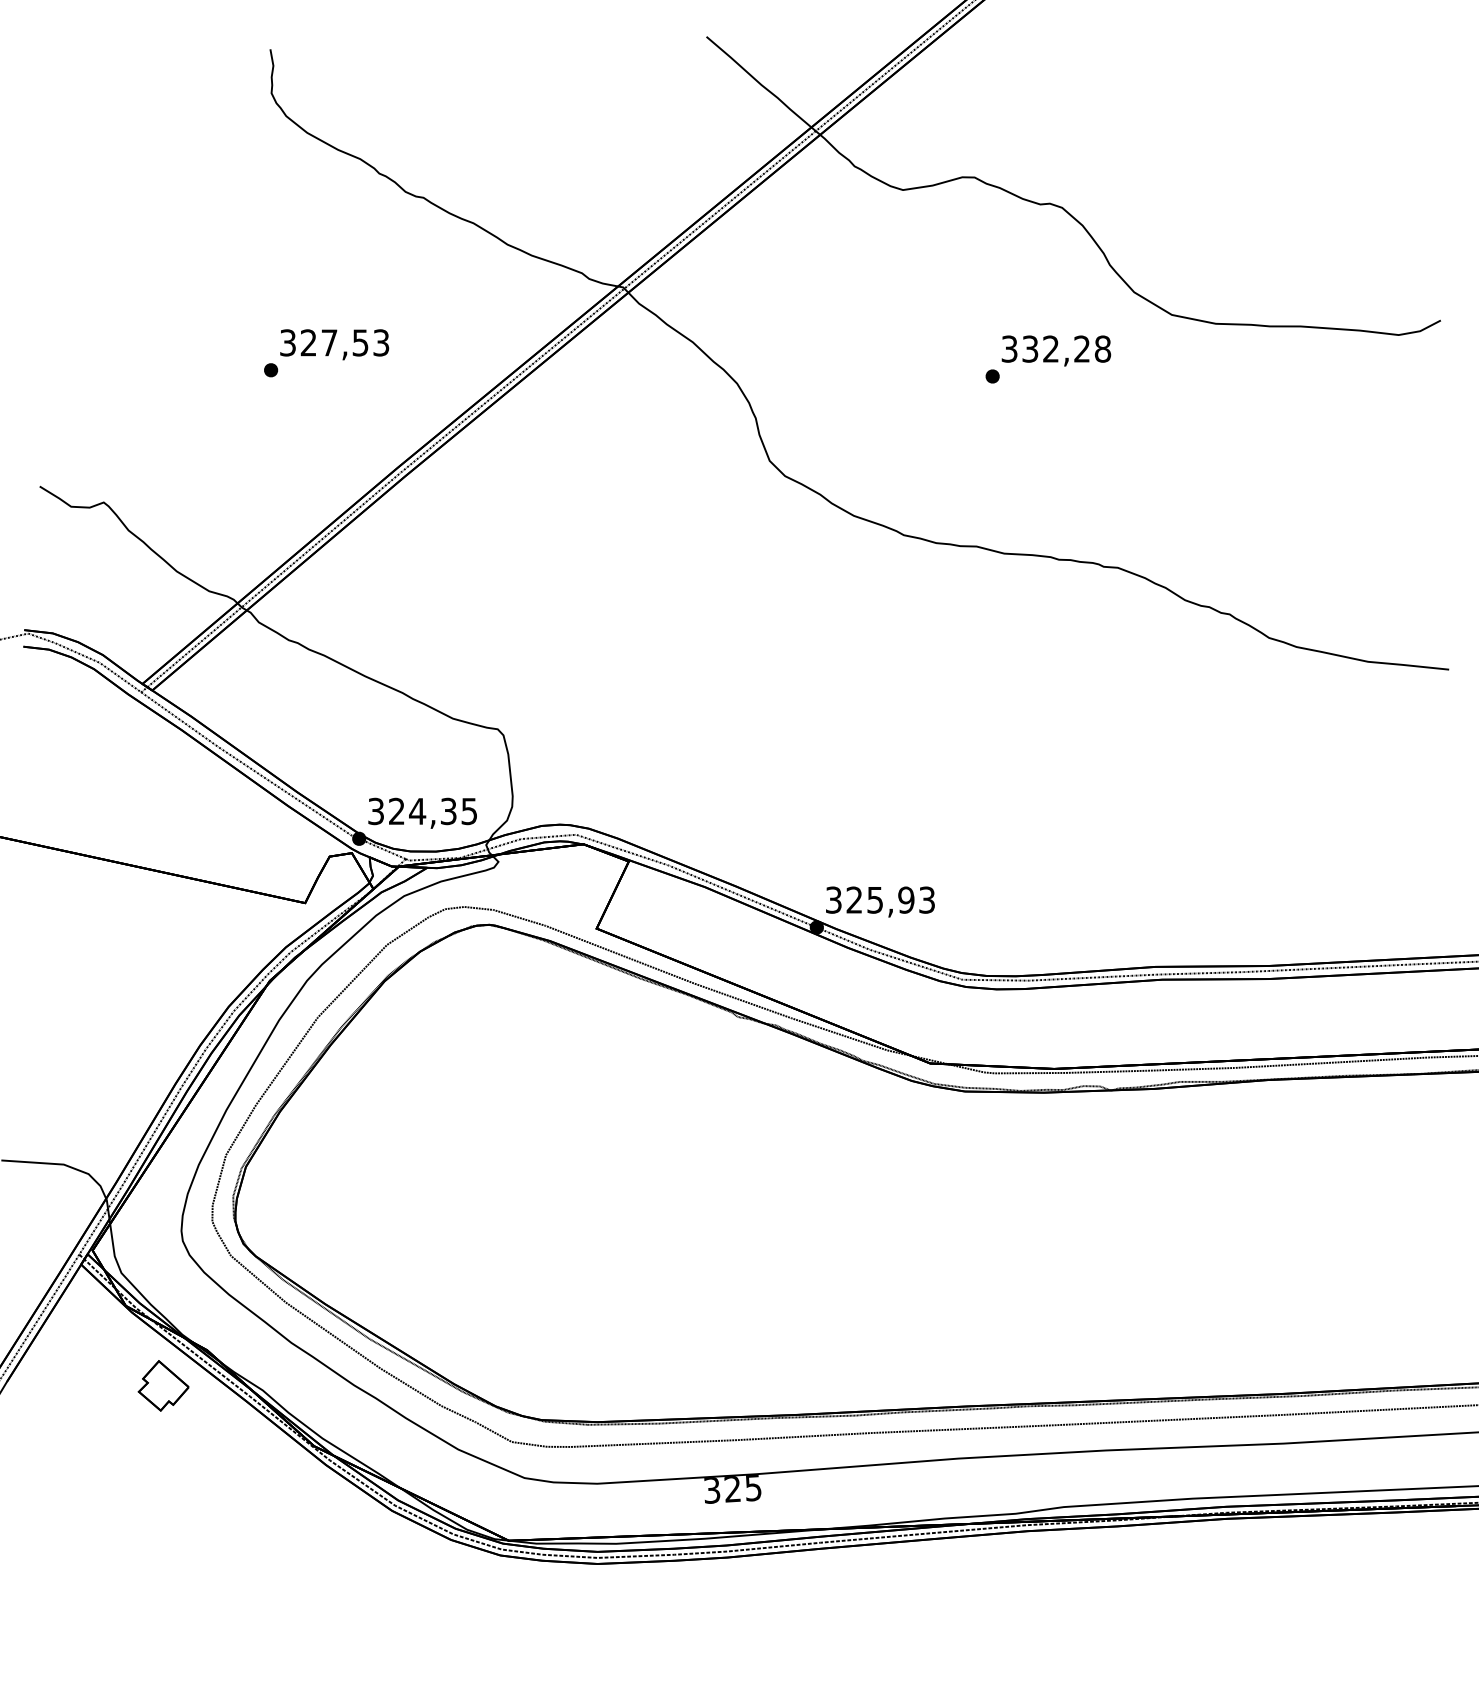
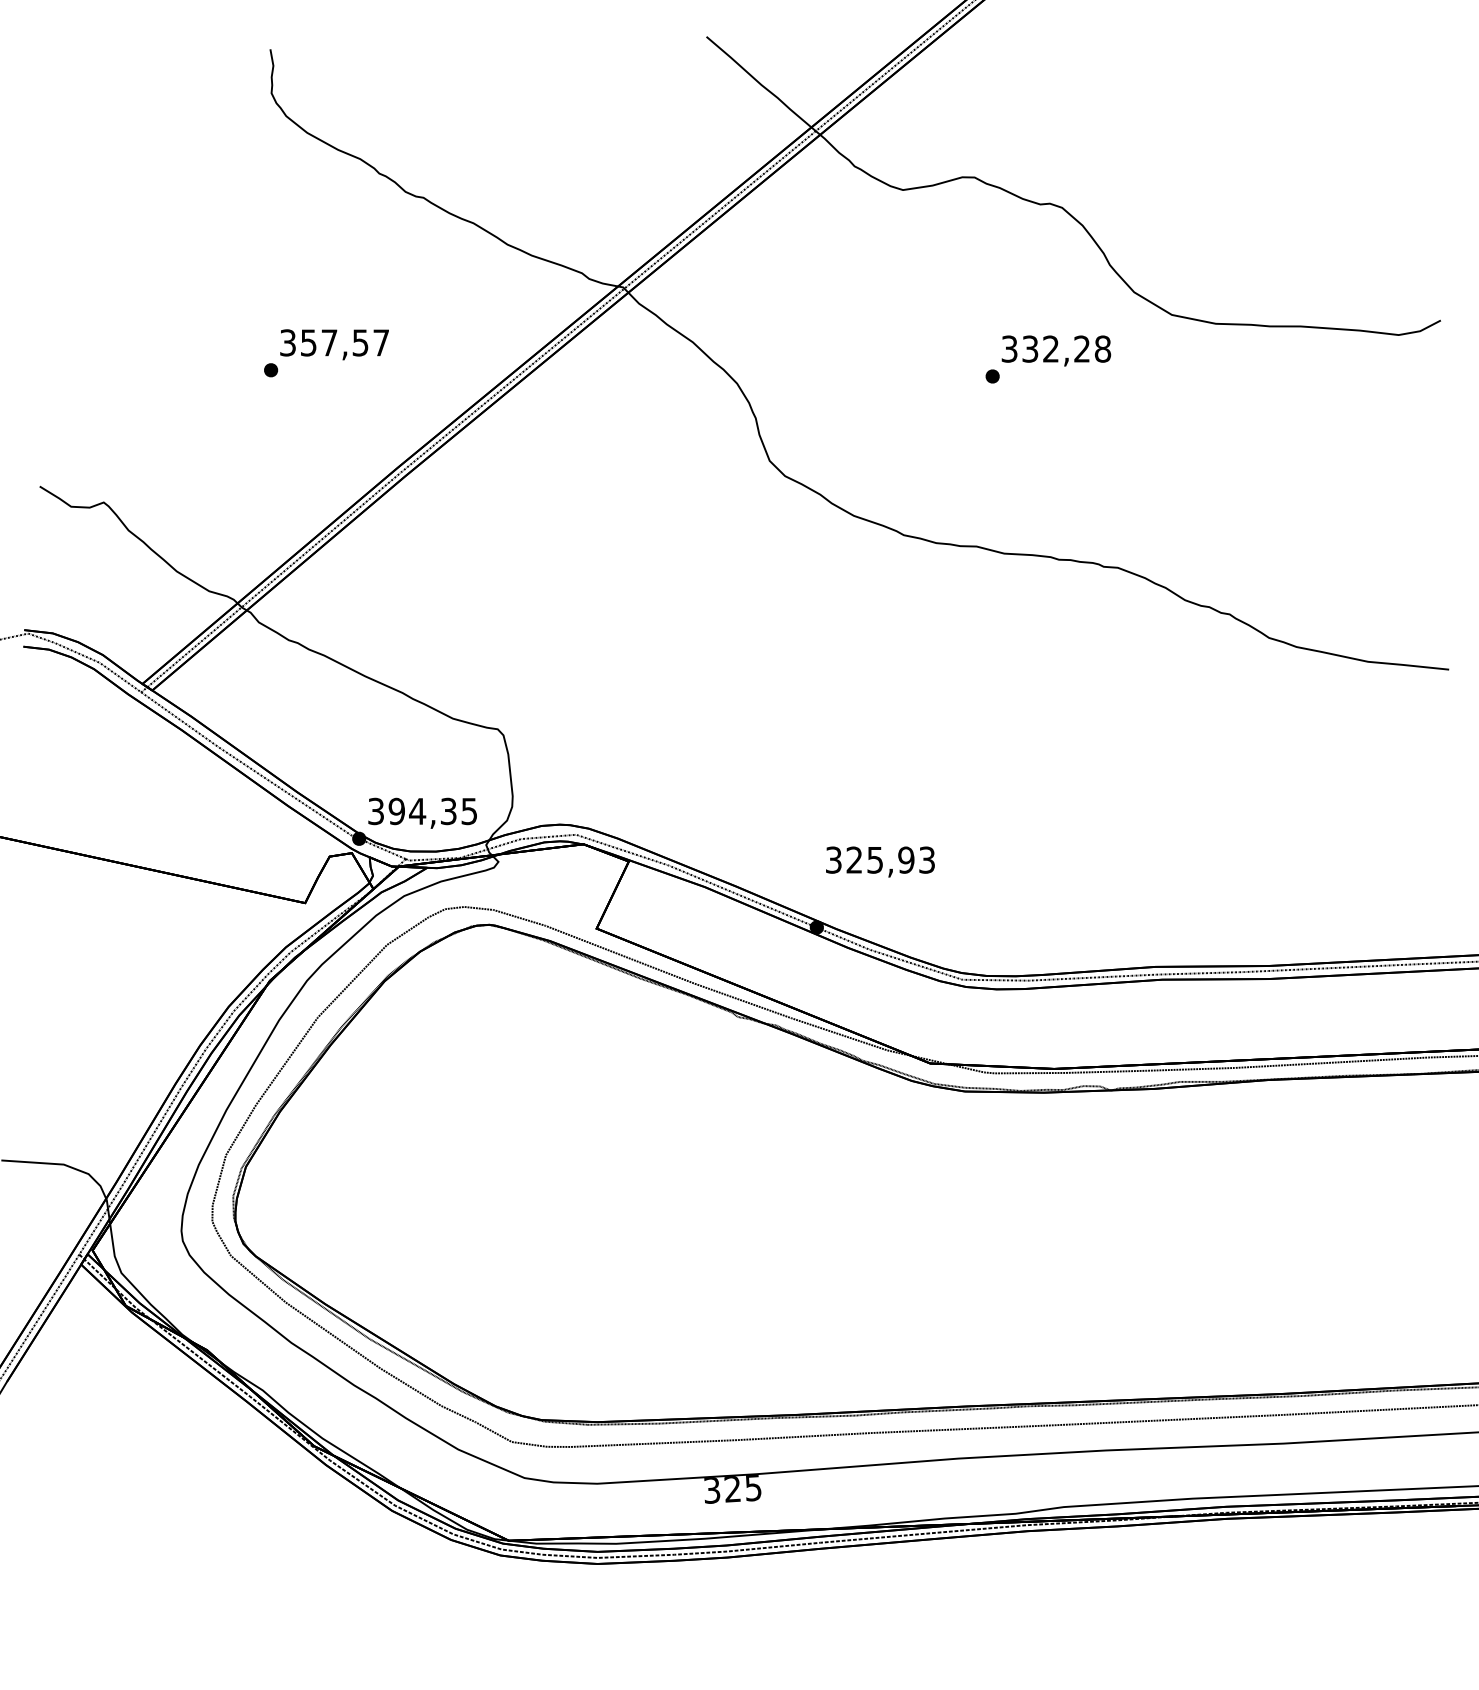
text at (344, 342): 327,53 -> 357,57
text at (396, 811): 324,35 -> 394,35
text at (880, 901) position: (880, 901) -> (880, 861)
part at (163, 1385): present -> none
